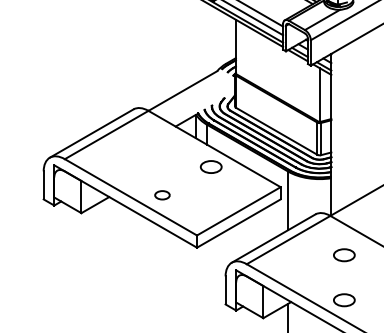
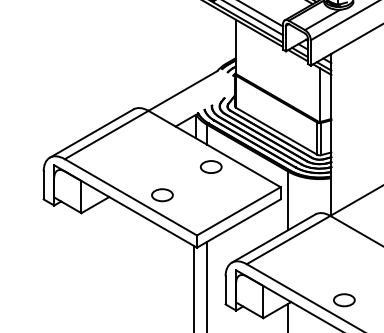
part at (162, 195) size: 17x11 px -> 23x15 px
part at (344, 255): present -> none
line at (206, 285): none -> present
line at (193, 287): none -> present
